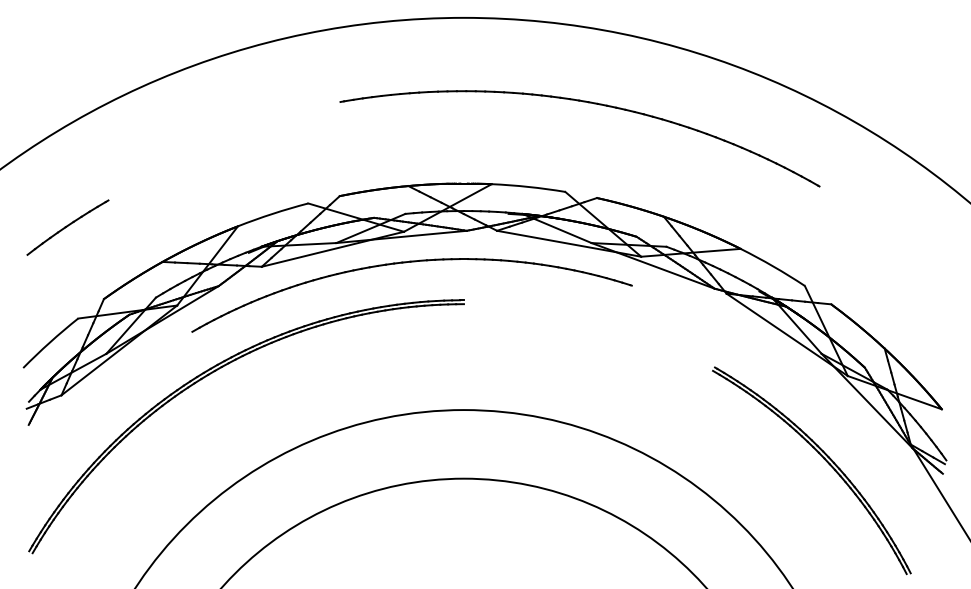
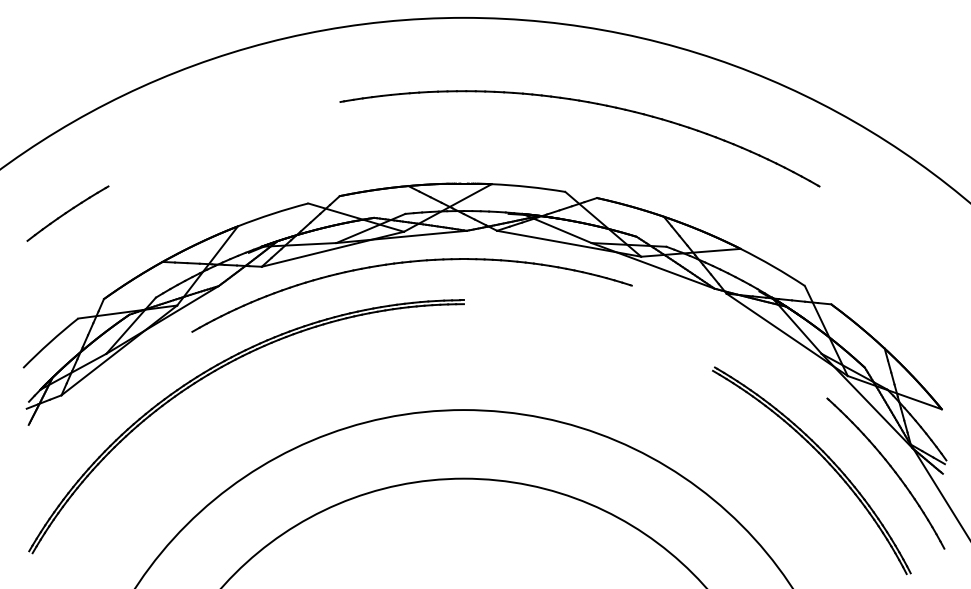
part at (67, 227) position: (67, 227) -> (67, 213)
part at (892, 470): none -> present
